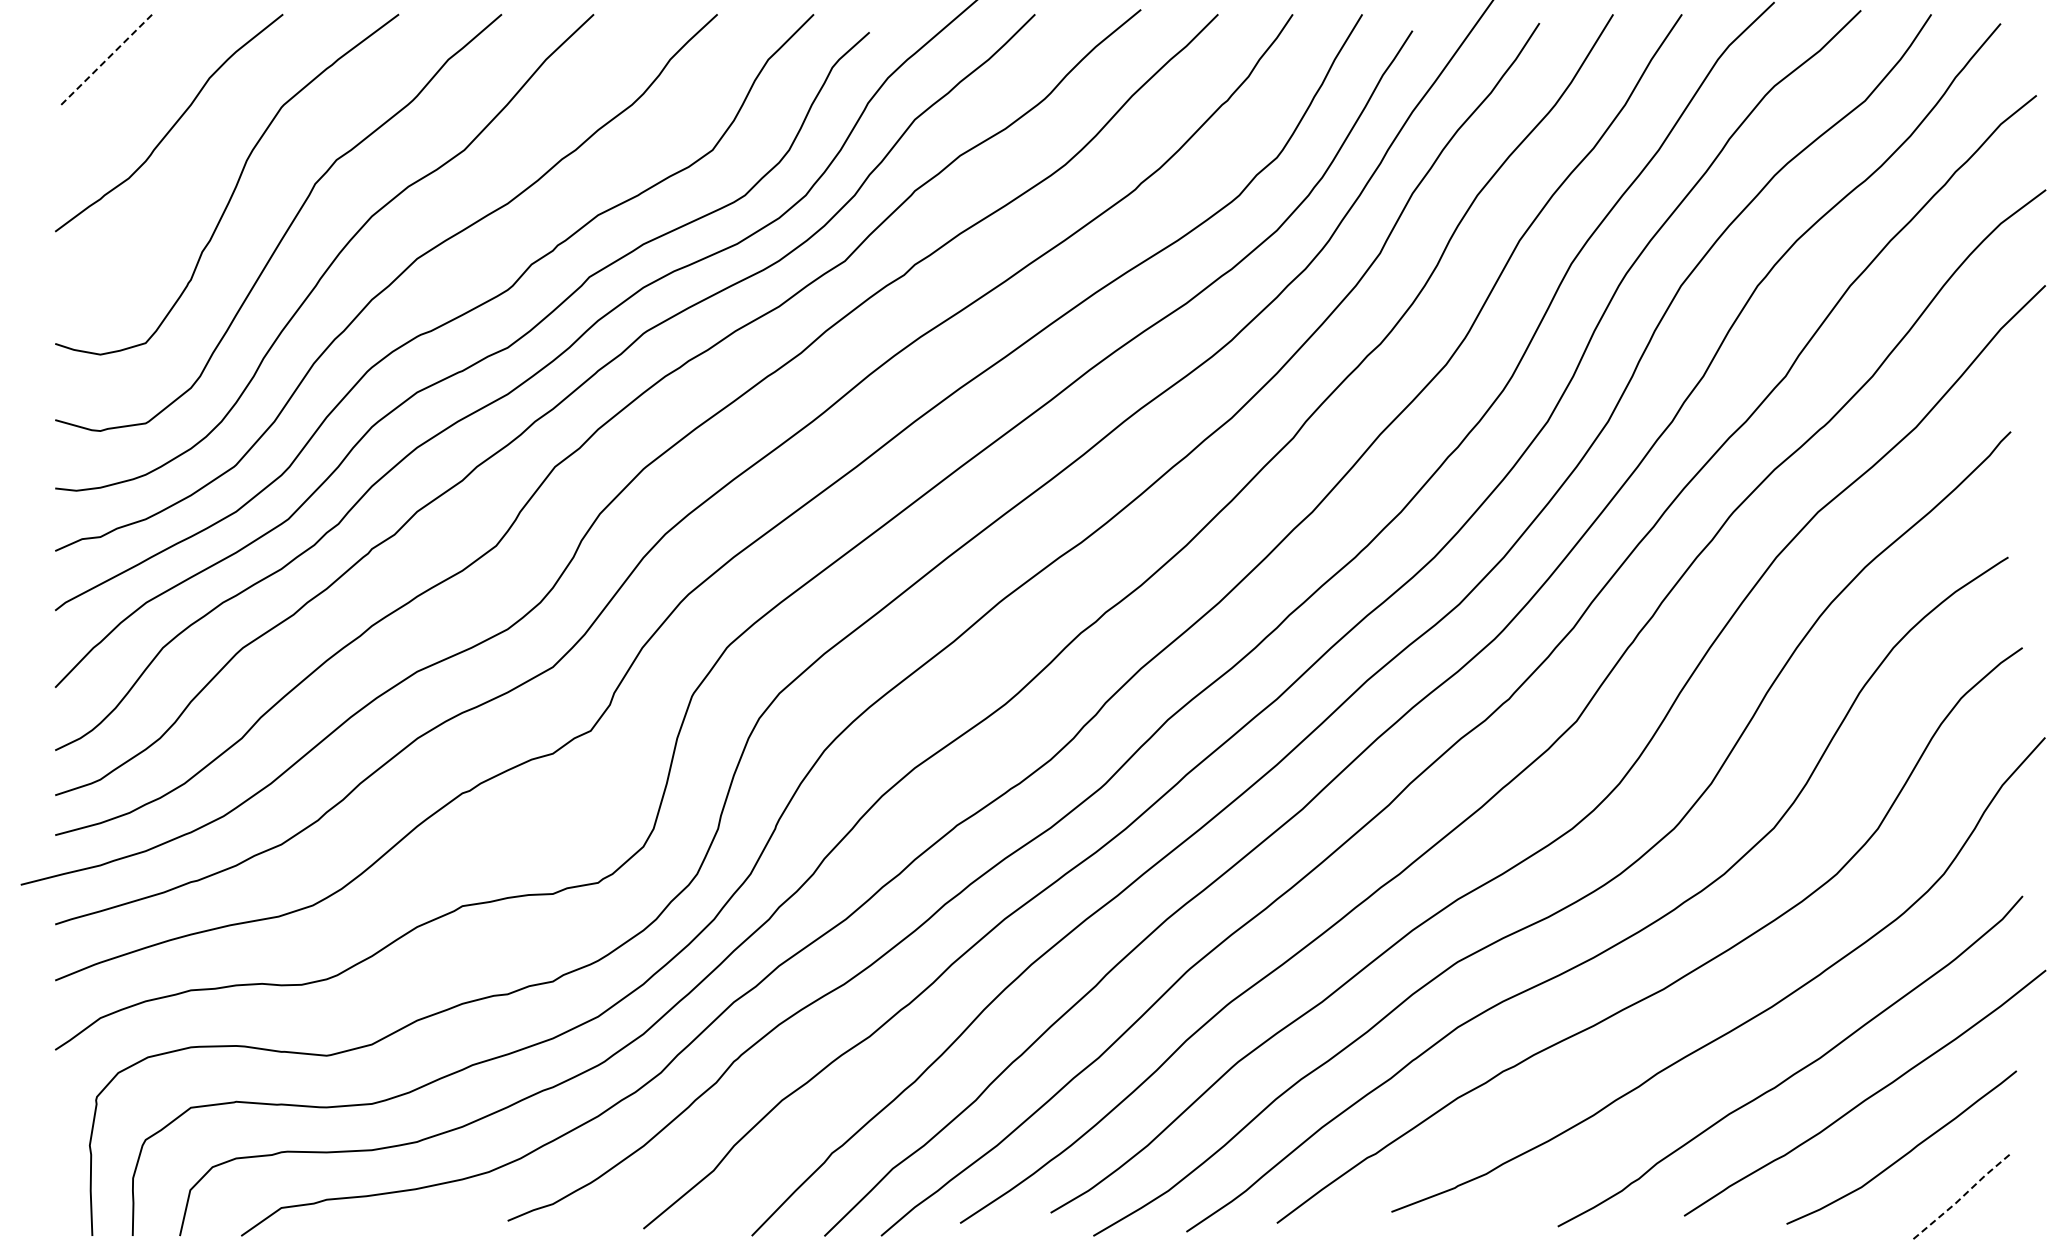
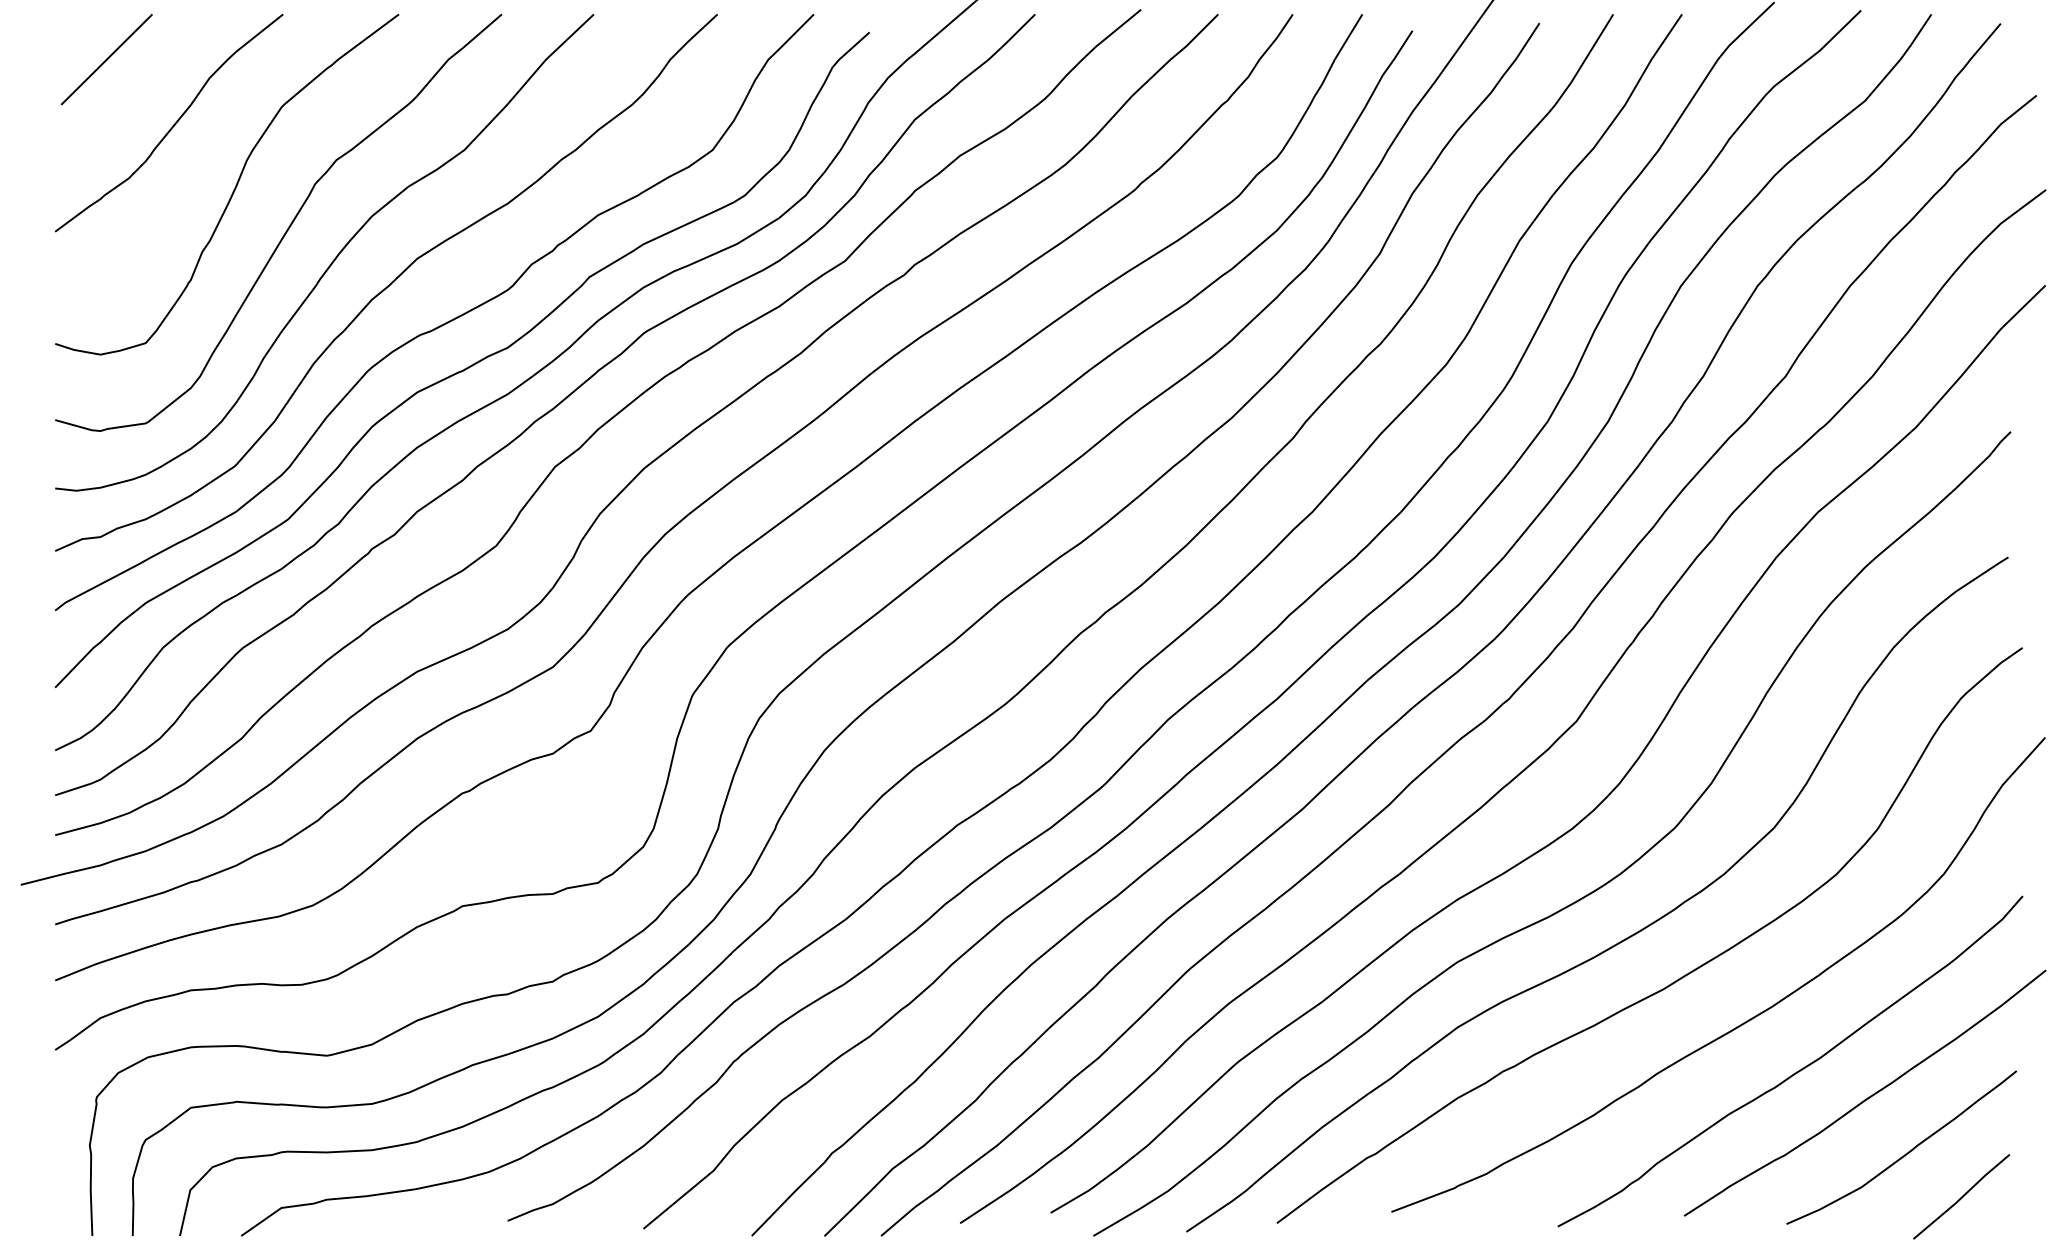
line at (107, 59): dashed -> solid
line at (1962, 1197): dashed -> solid
